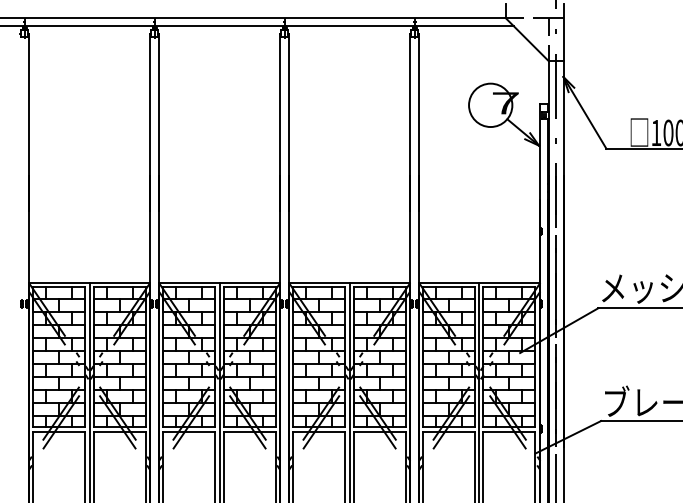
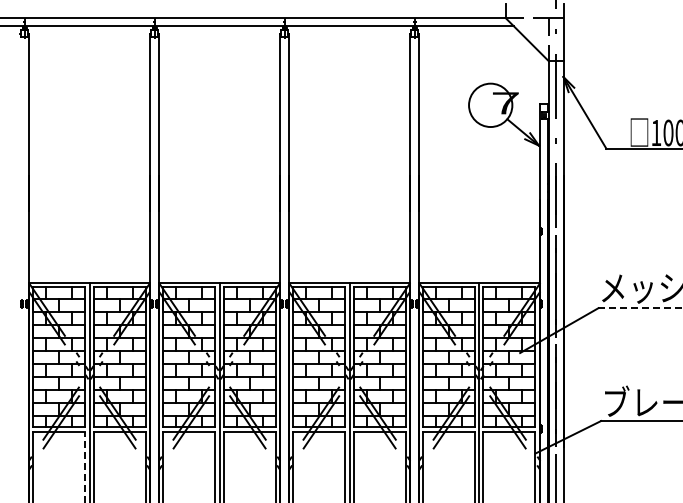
line at (640, 308): solid -> dashed
line at (85, 466): solid -> dashed
